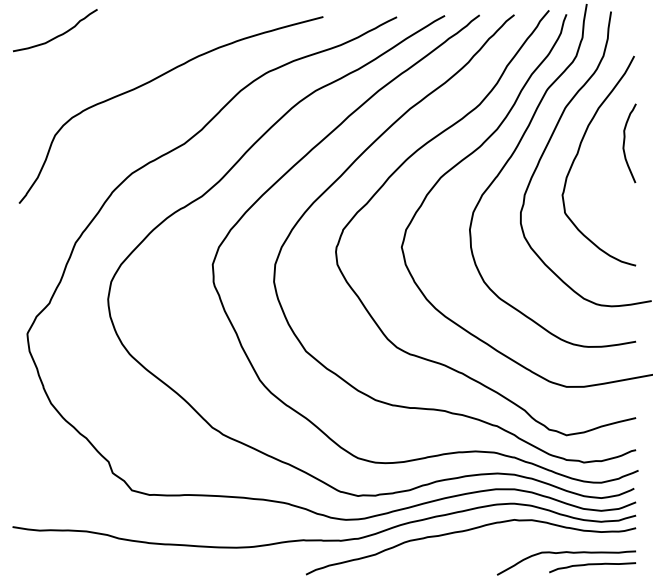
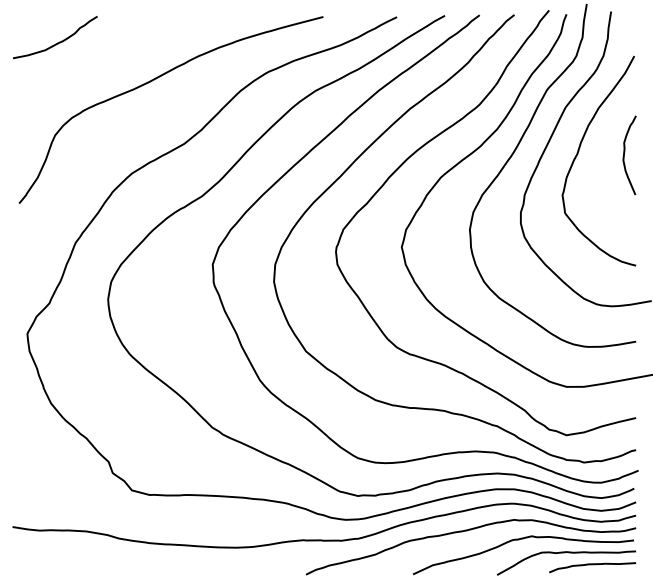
curve at (57, 35) position: (57, 35) -> (57, 42)
curve at (625, 140) position: (625, 140) -> (625, 152)
curve at (519, 540): none -> present
